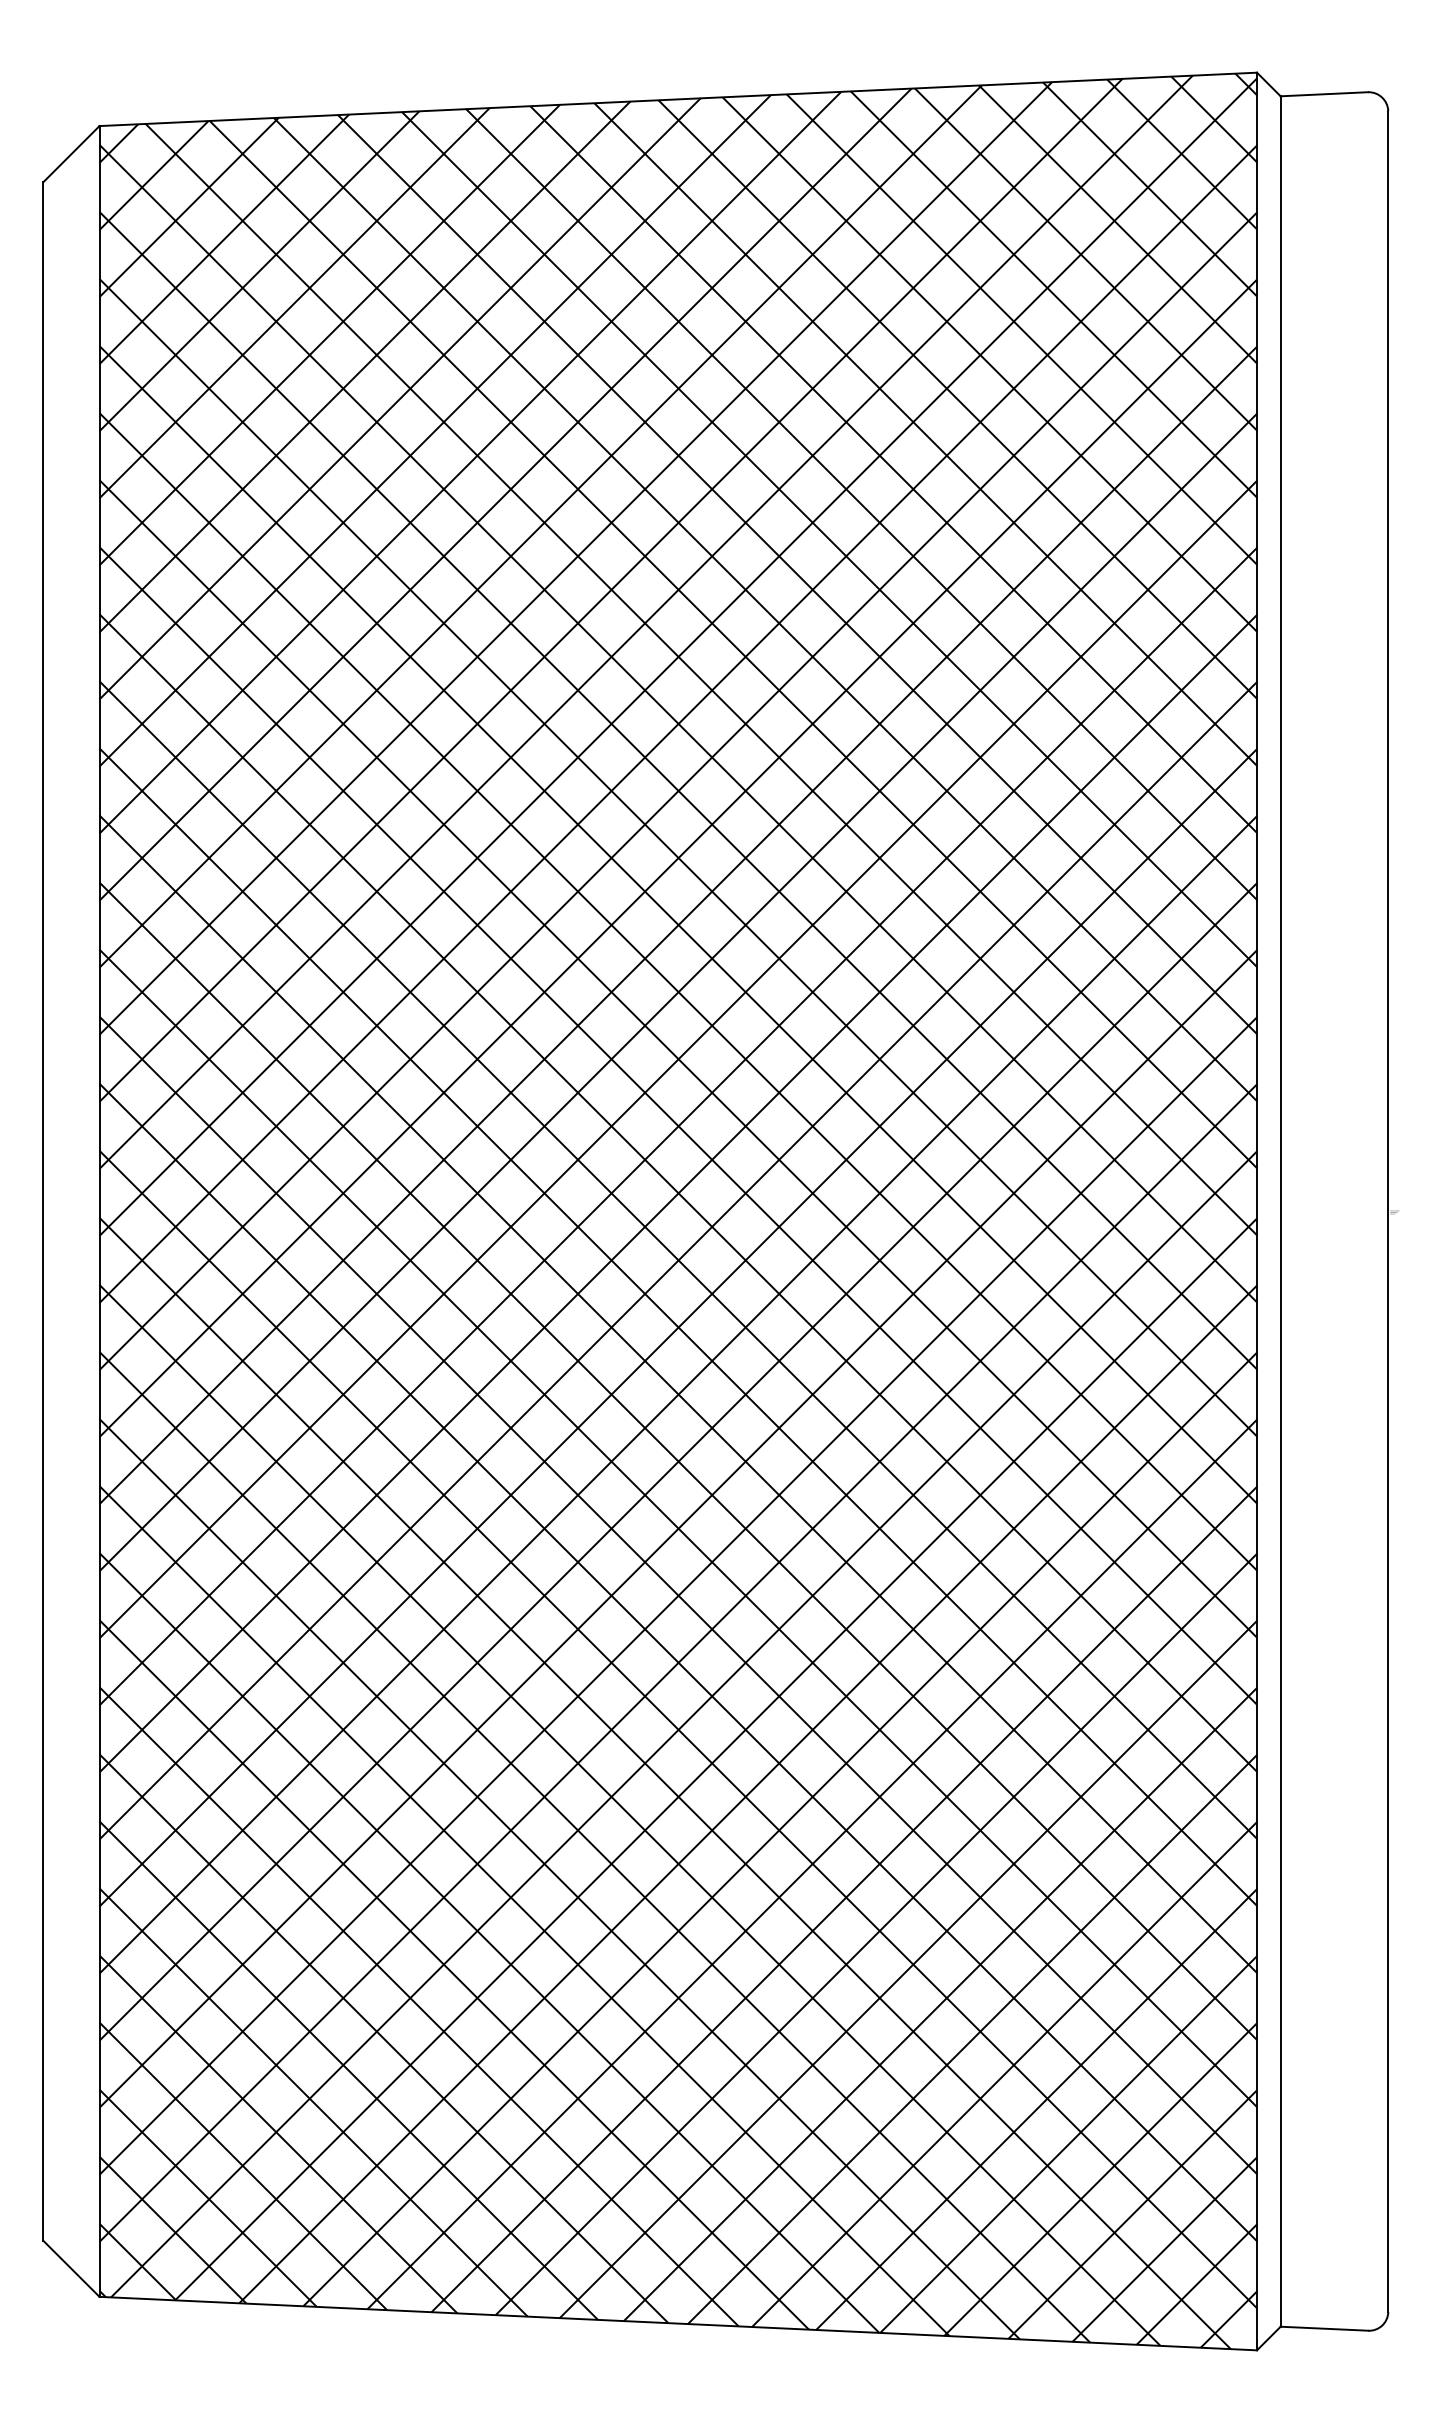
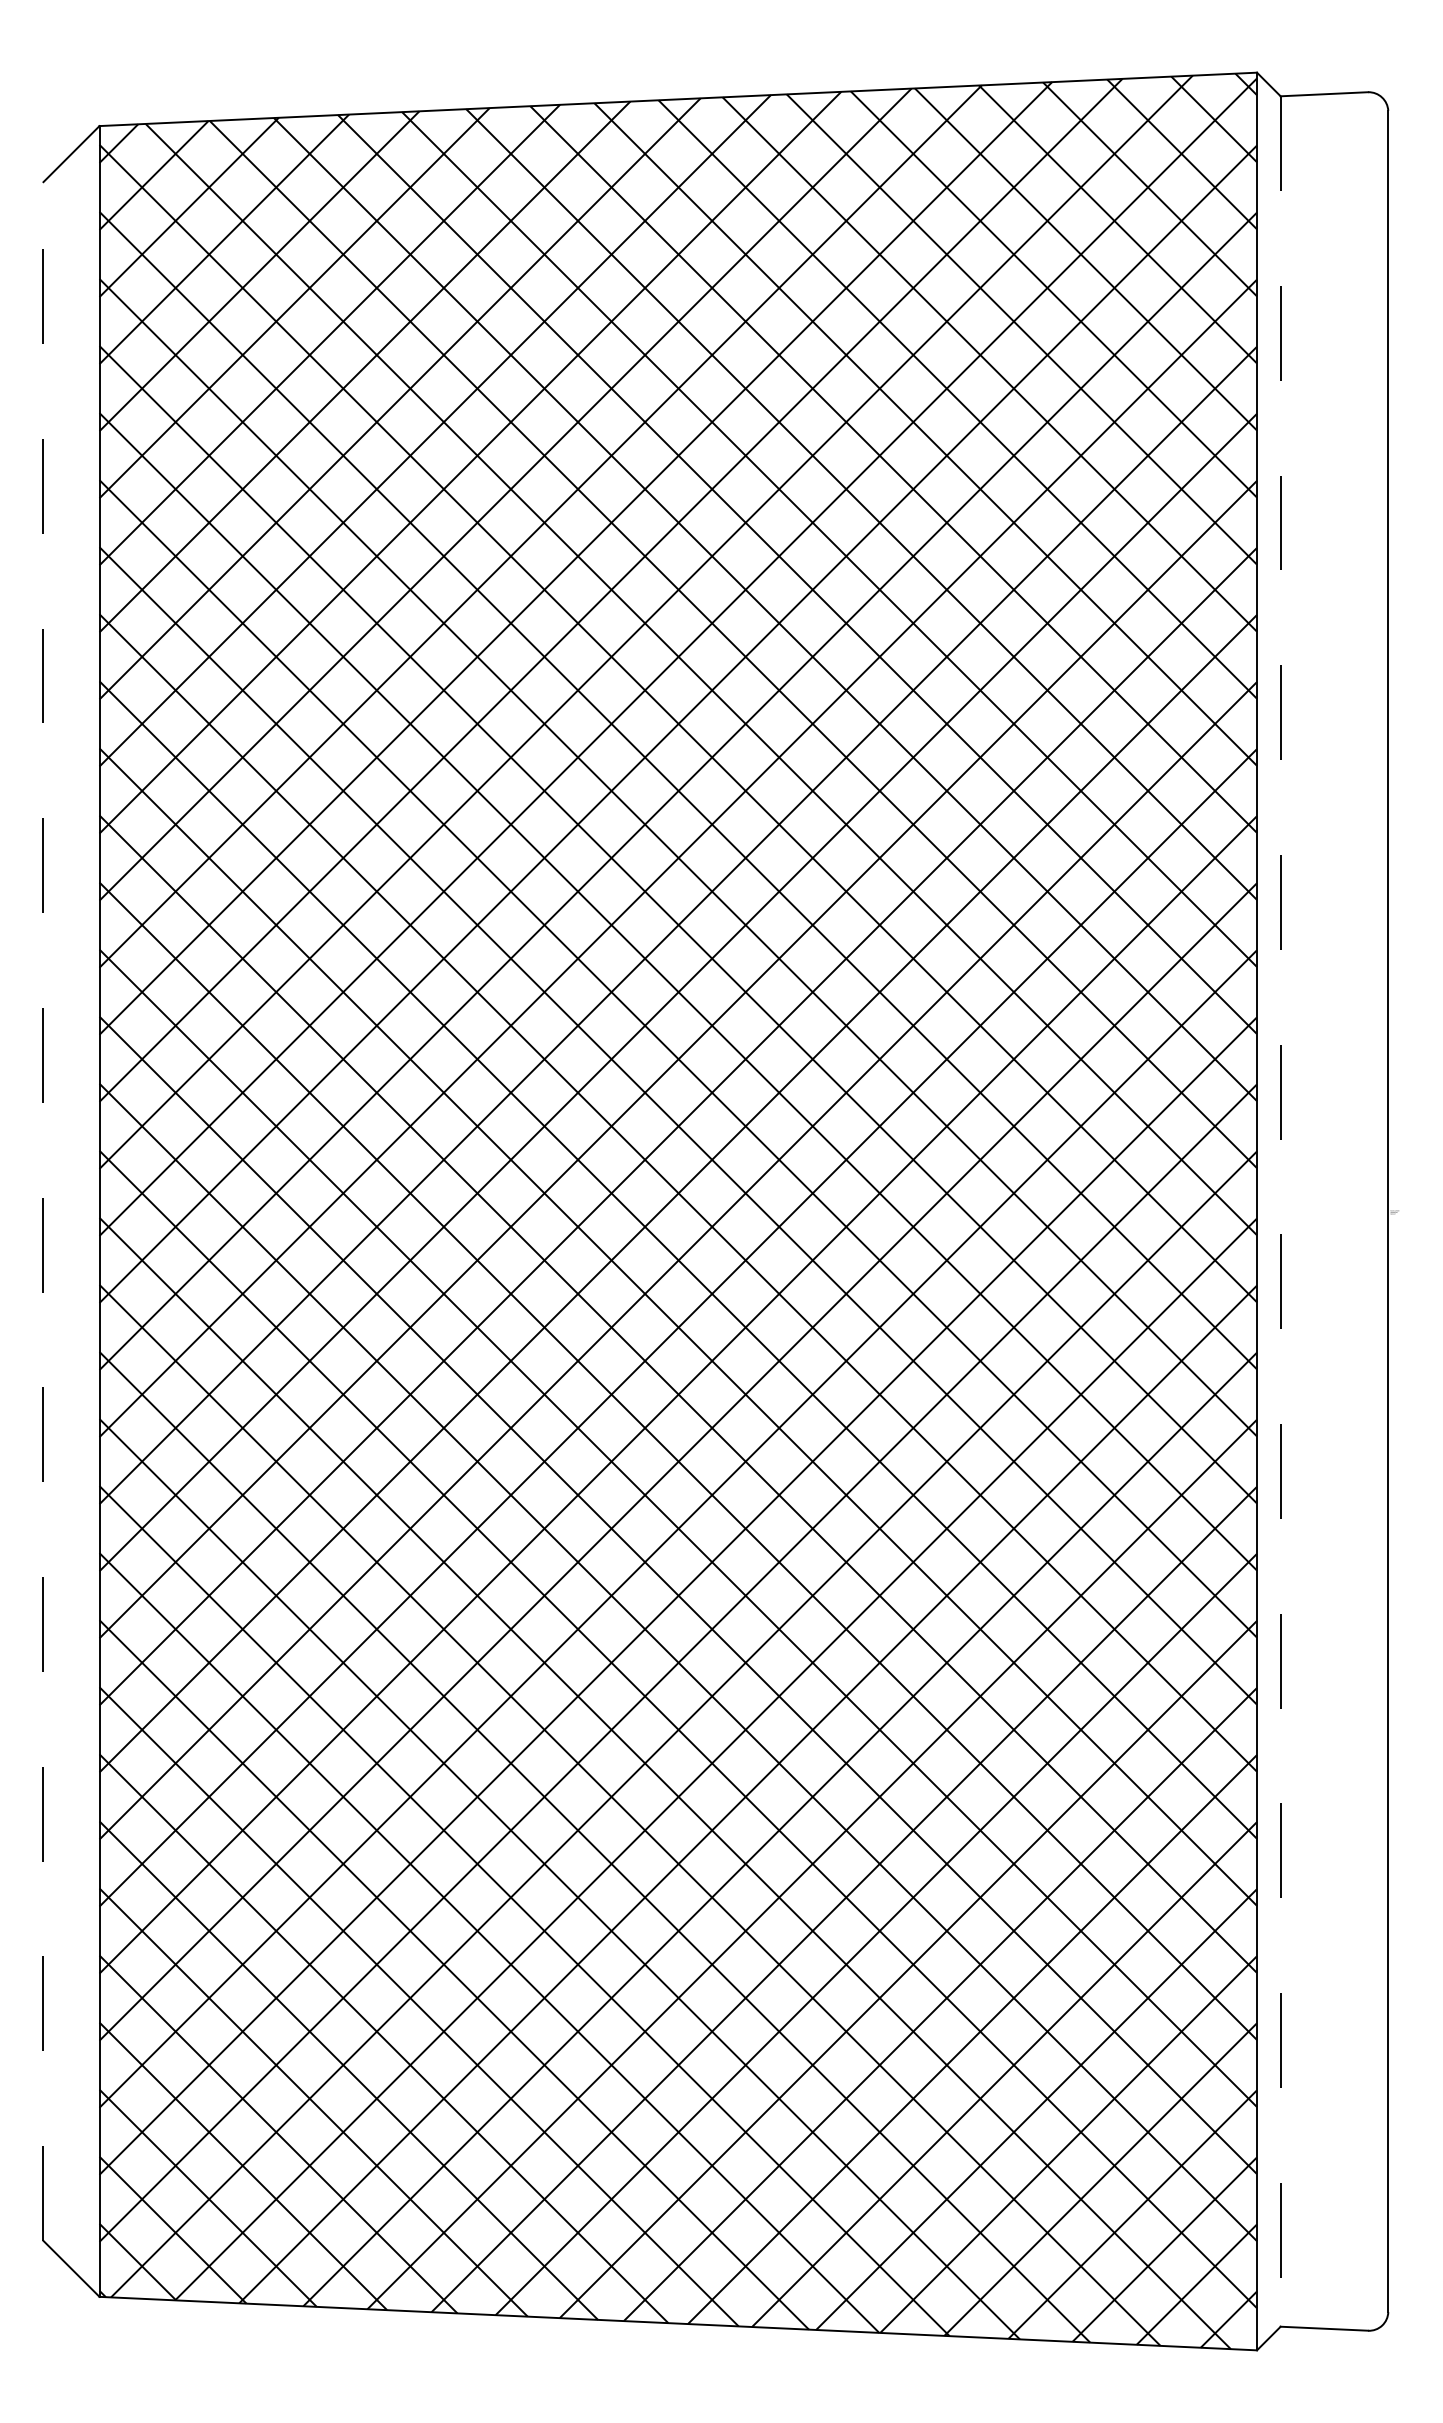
line at (43, 1211): solid -> dashed
line at (1280, 1212): solid -> dashed
